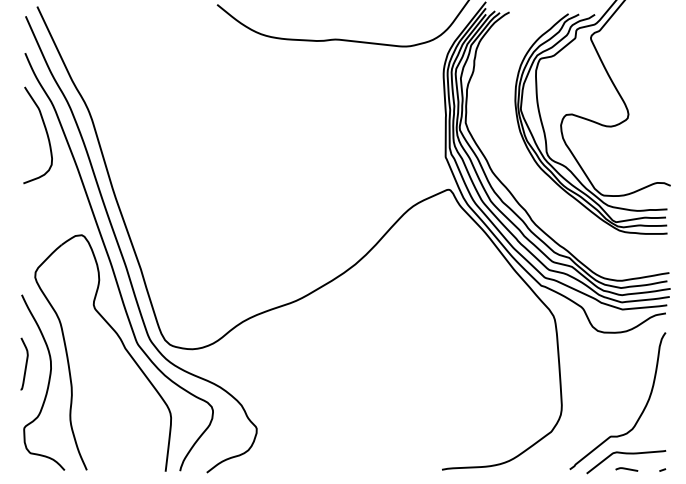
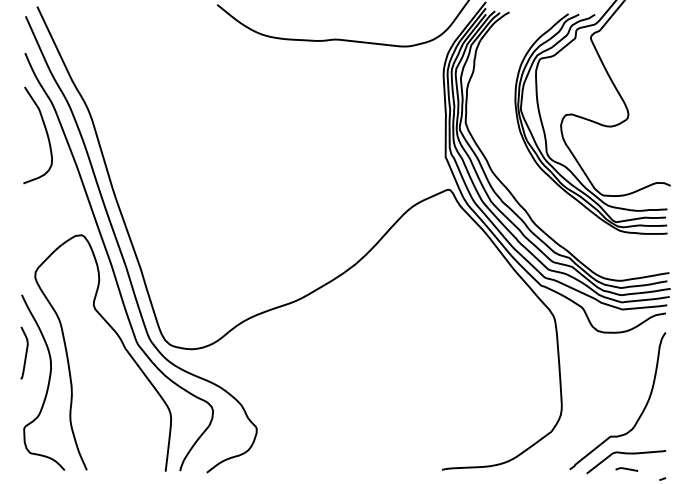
curve at (25, 363) position: (25, 363) -> (25, 352)
line at (662, 469) position: (662, 469) -> (662, 478)
